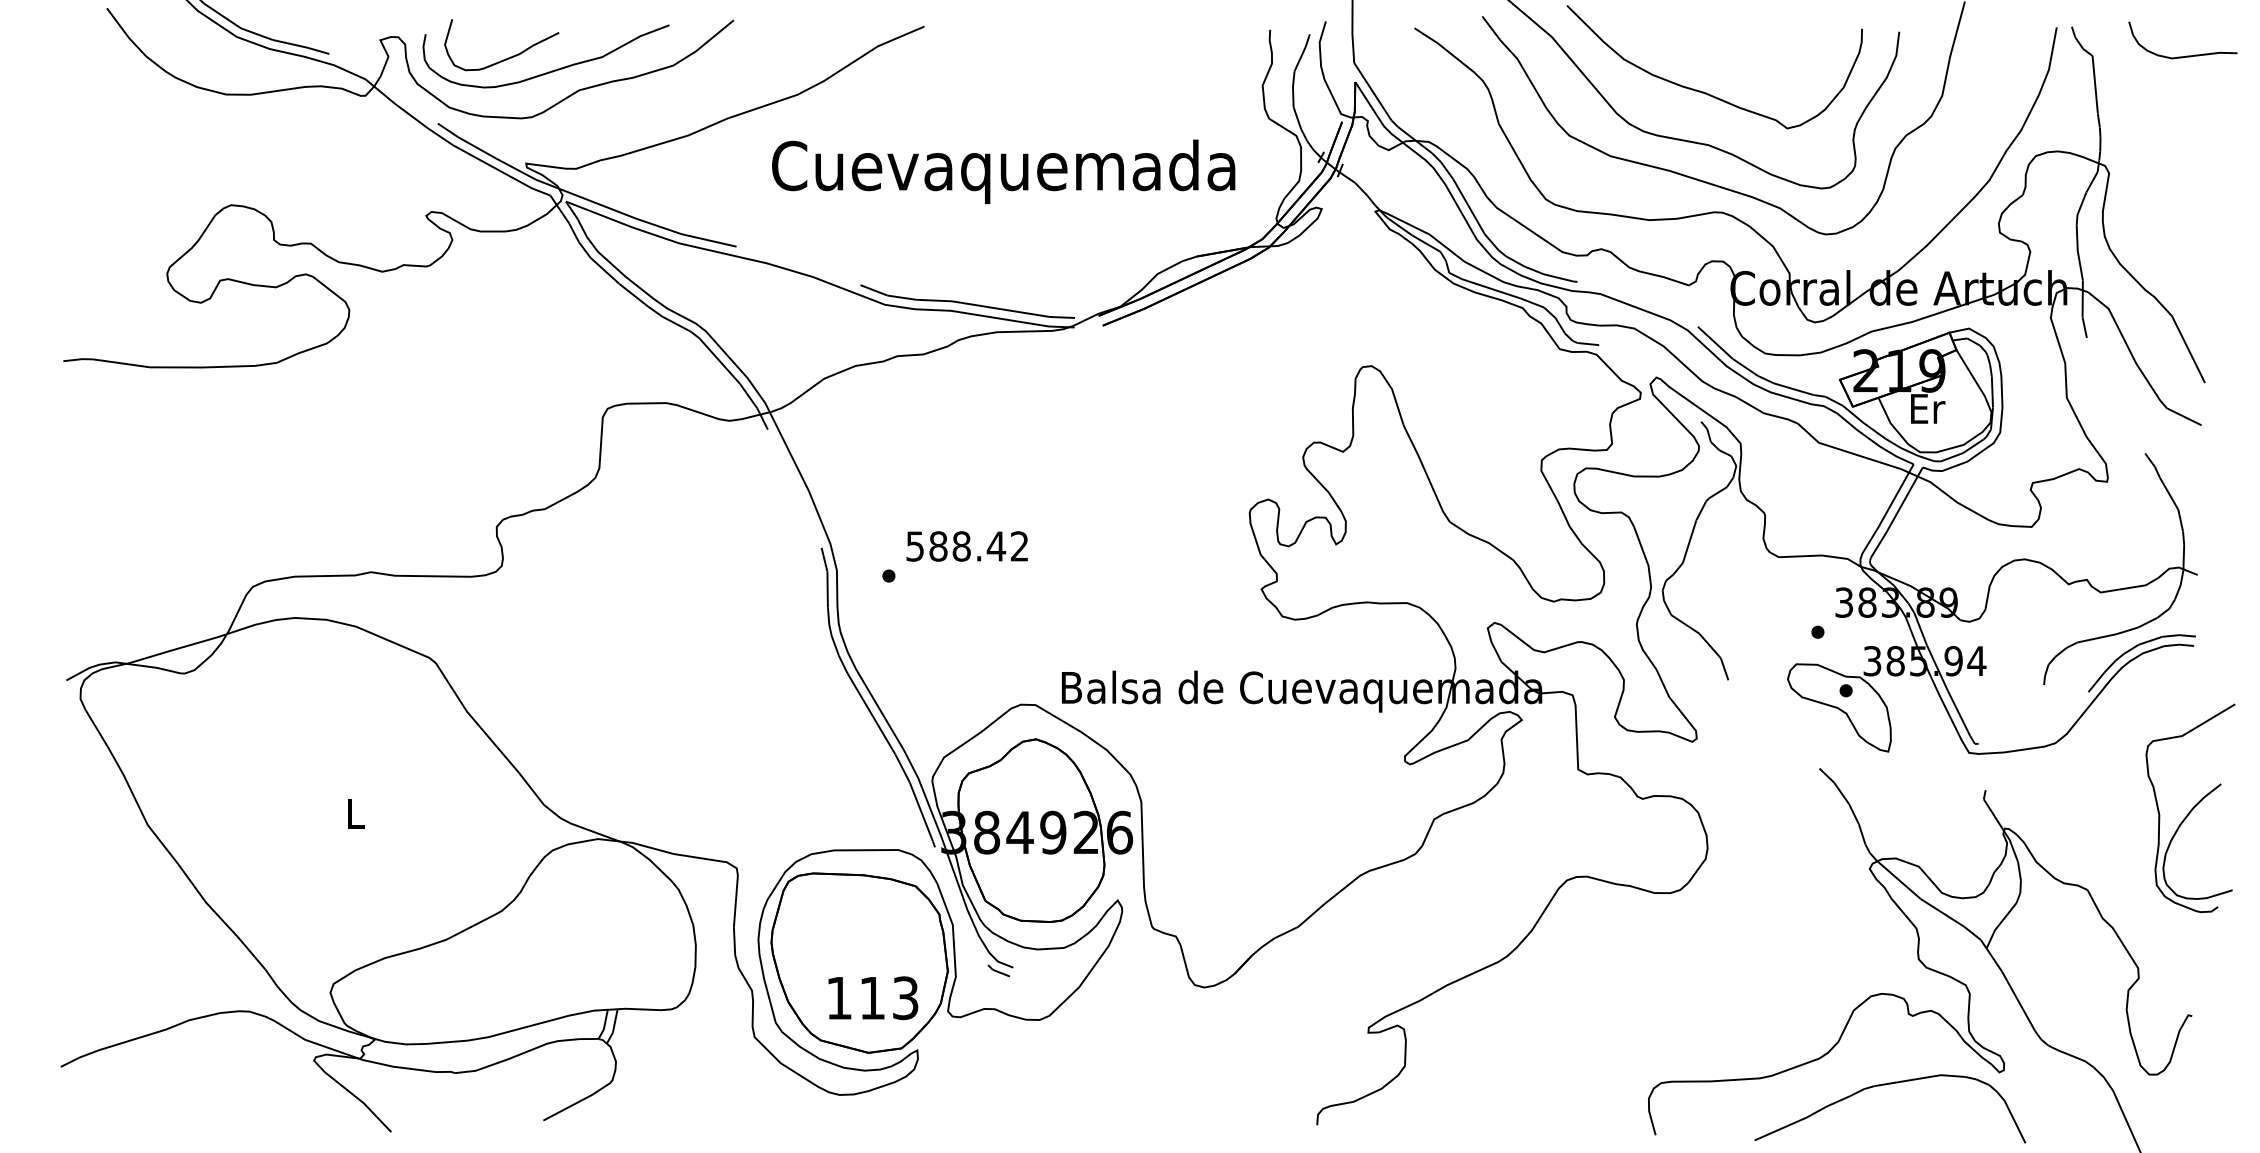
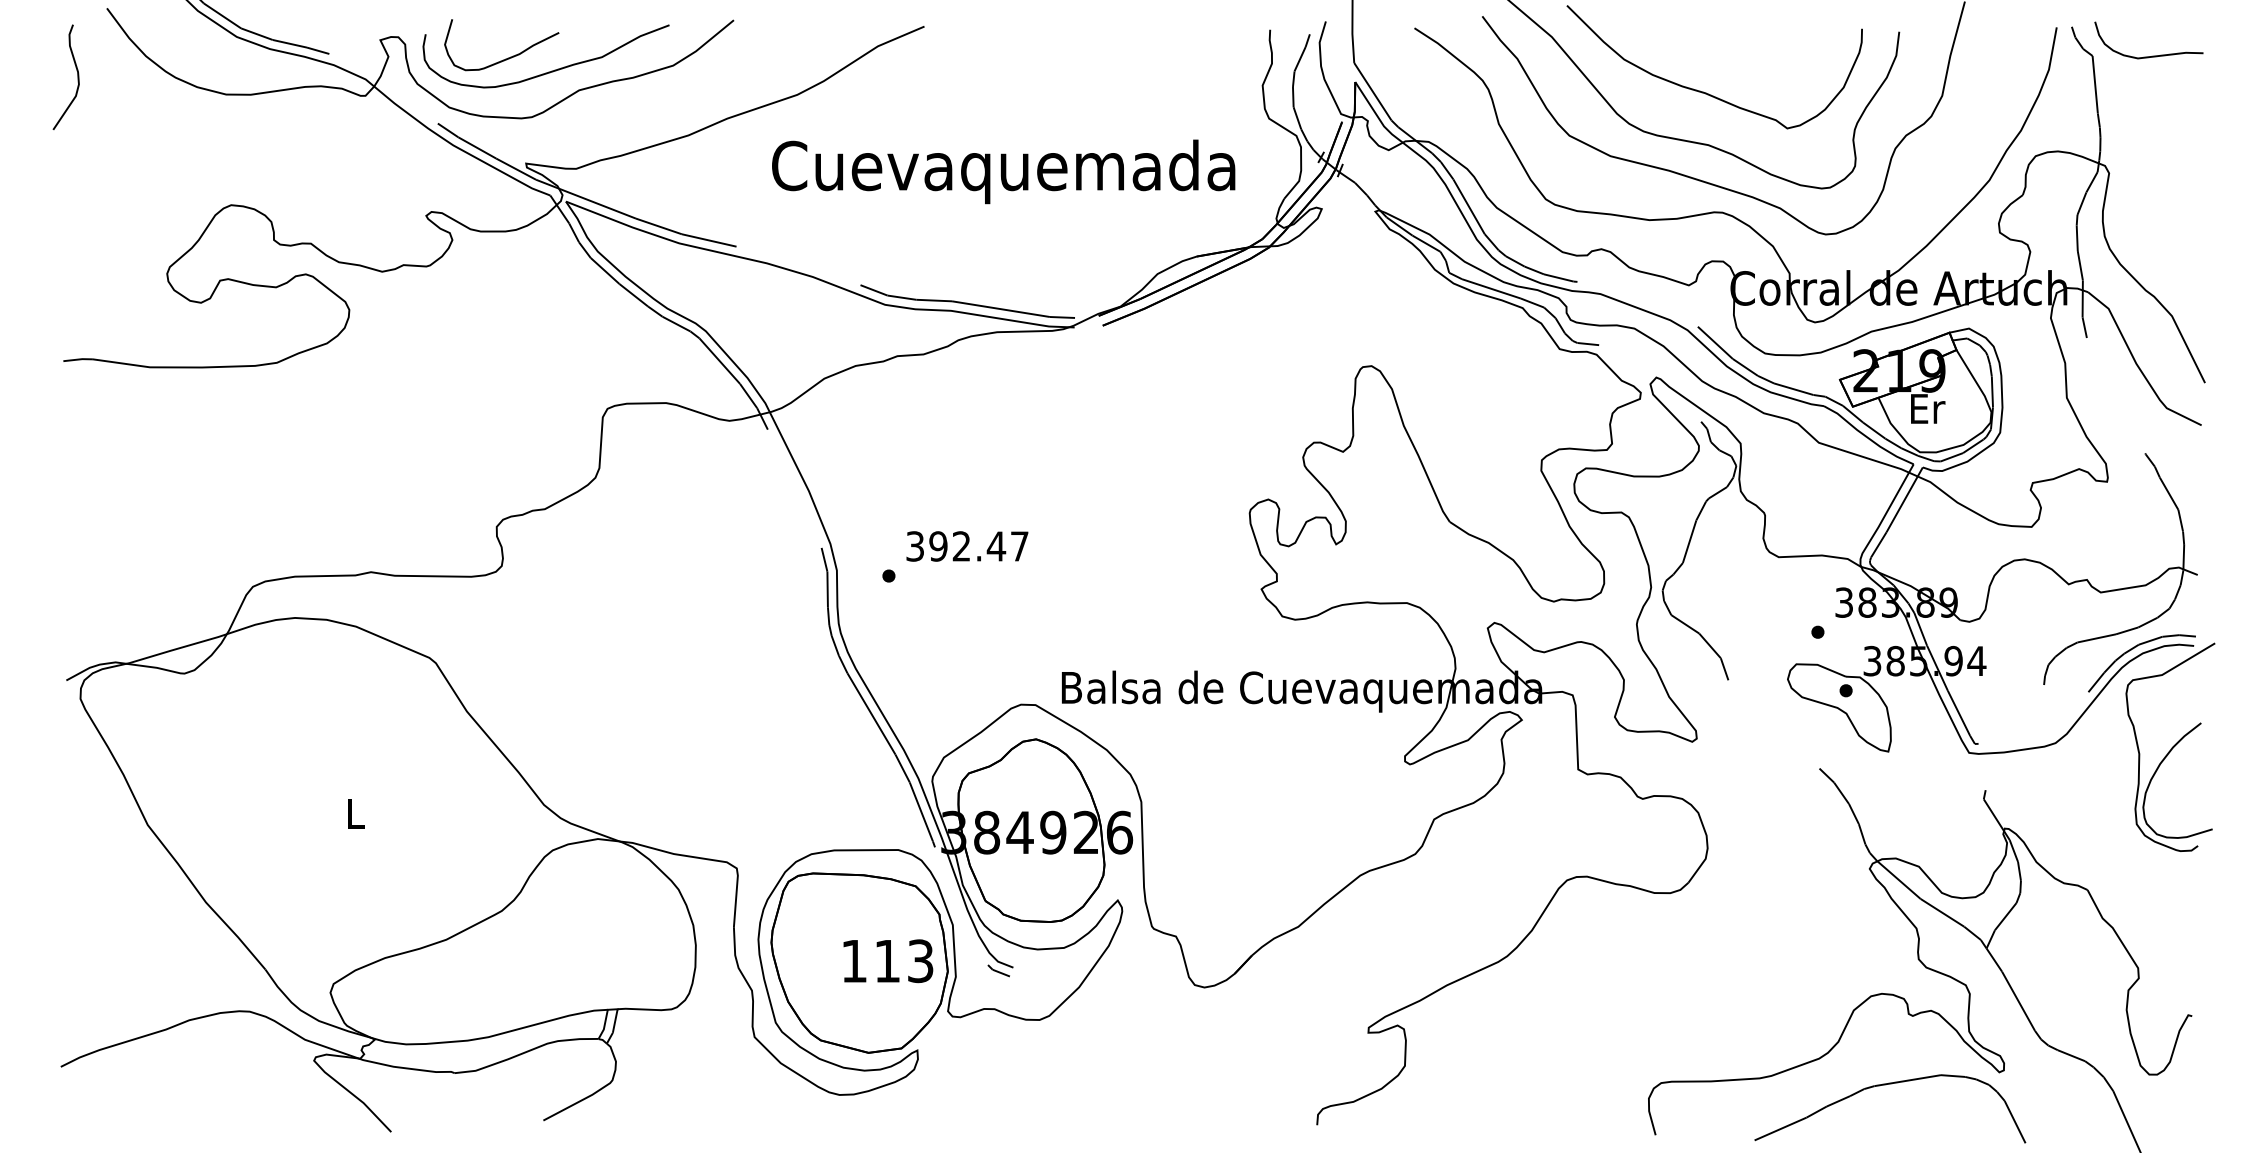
curve at (2186, 55) position: (2186, 55) -> (2152, 55)
curve at (77, 76): none -> present
text at (967, 546): 588.42 -> 392.47
part at (2190, 807) position: (2190, 807) -> (2170, 746)
text at (873, 998) position: (873, 998) -> (888, 961)
